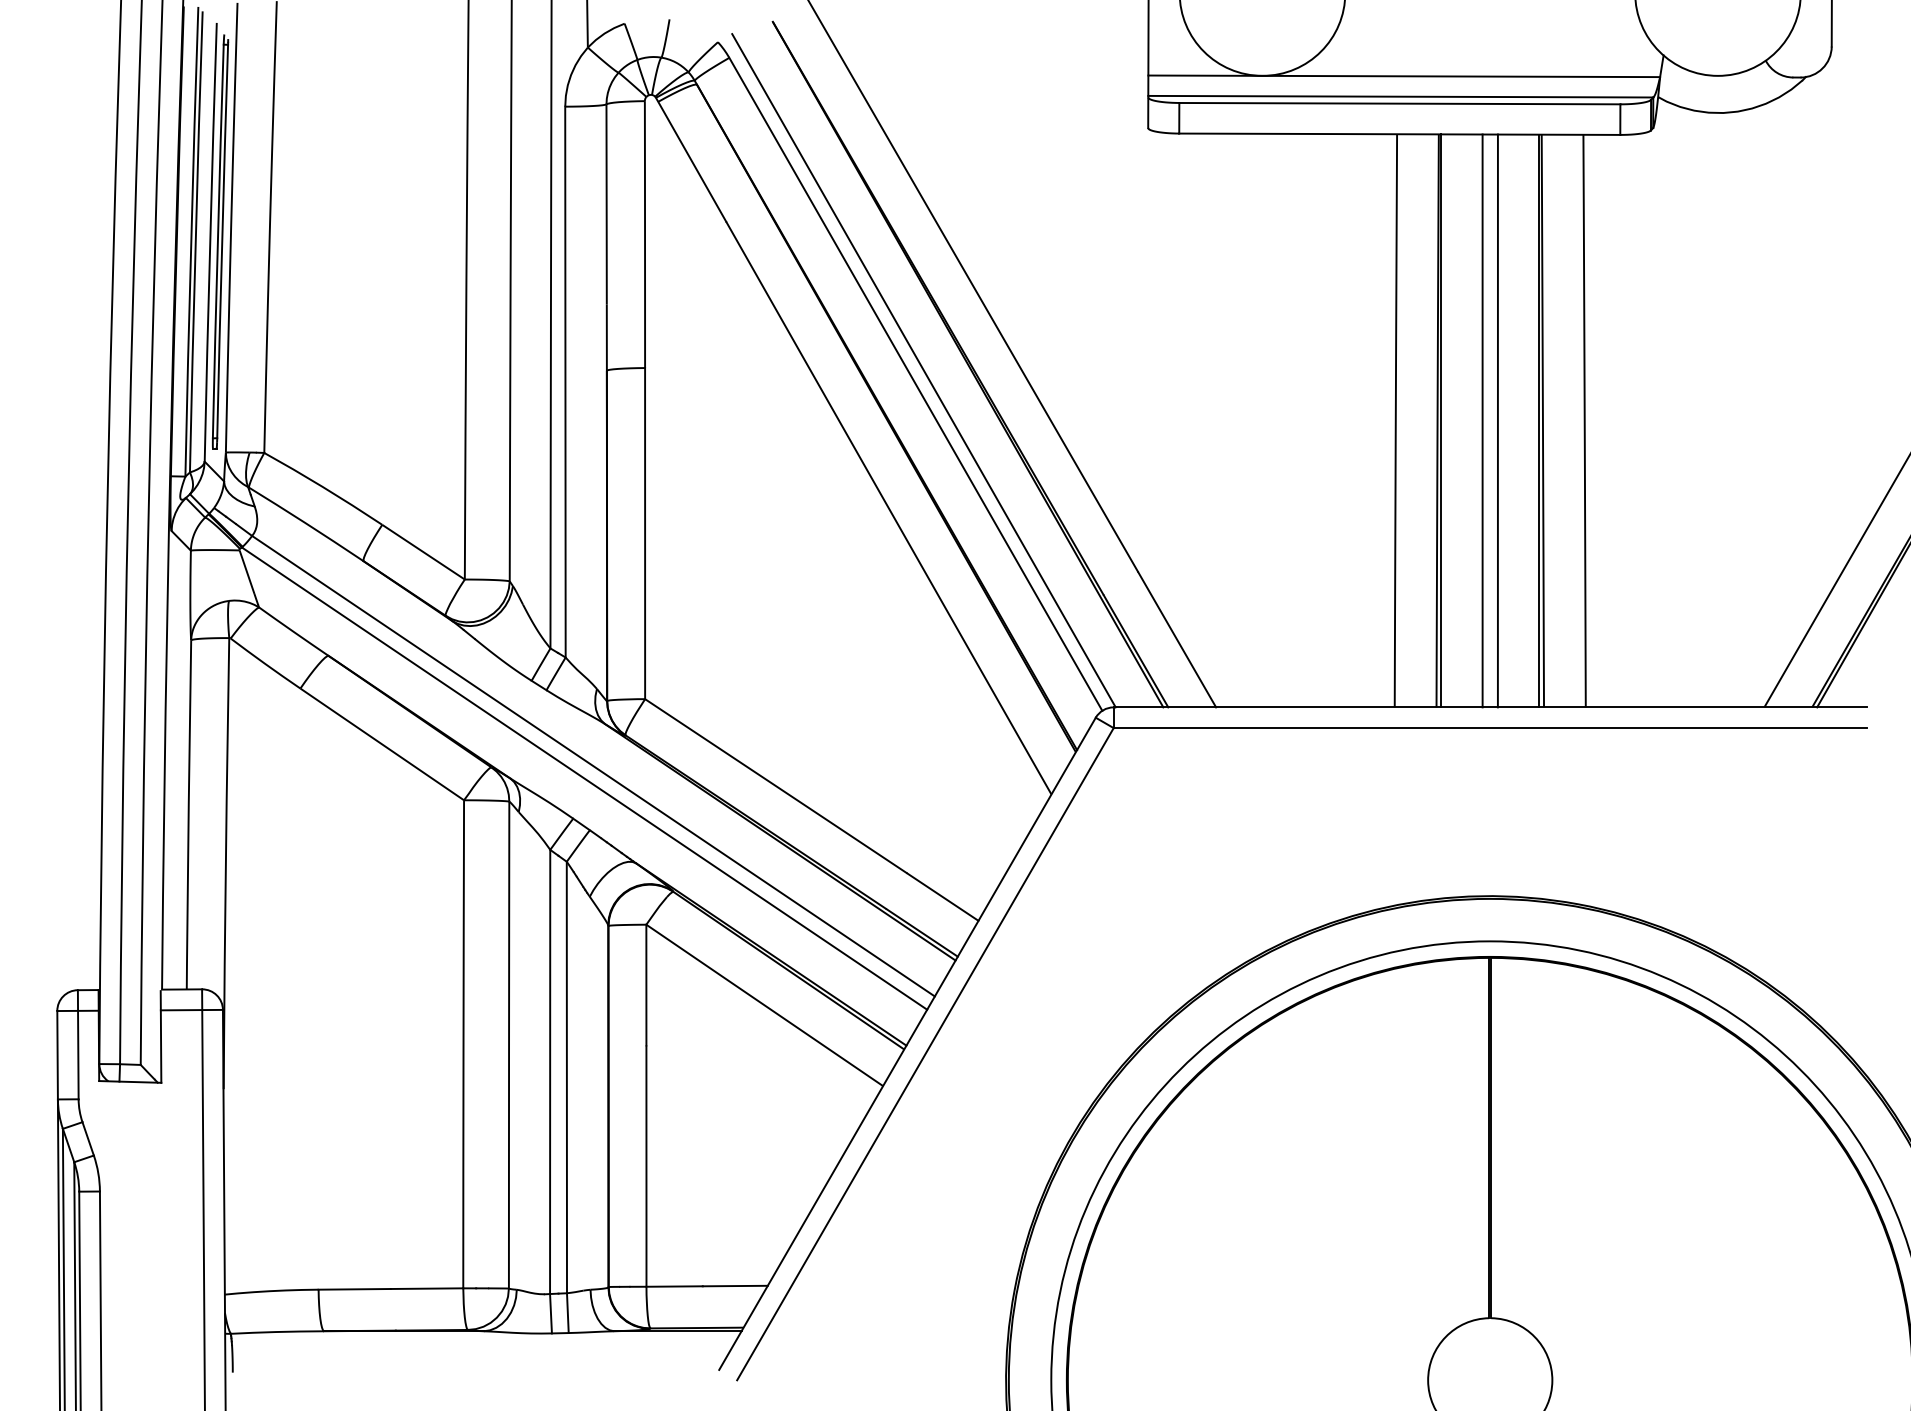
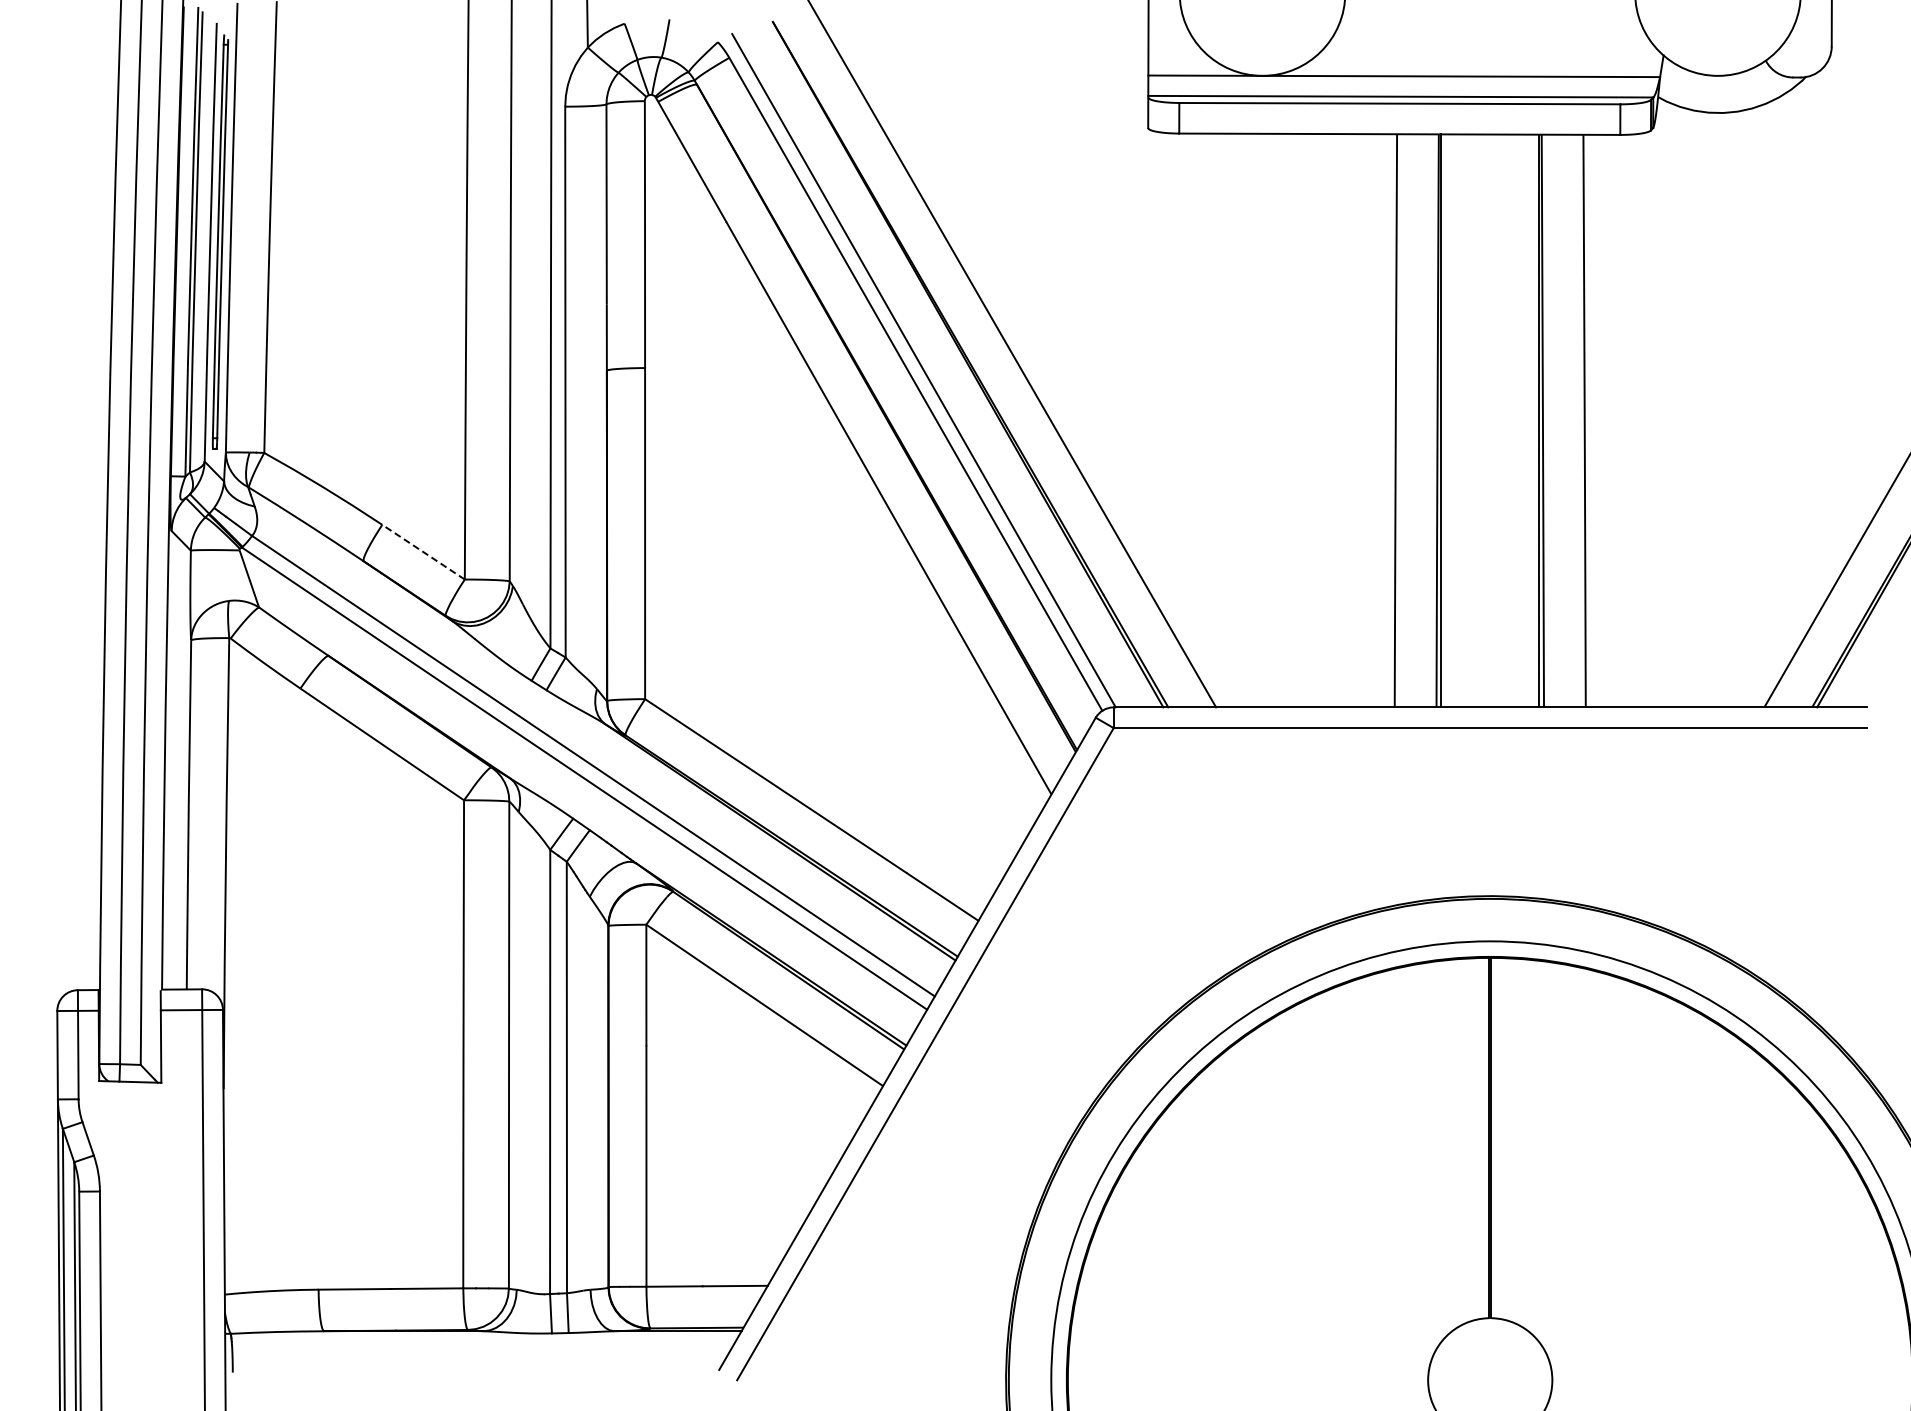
line at (1482, 420): present -> none
line at (1497, 420): present -> none
line at (423, 552): solid -> dashed
